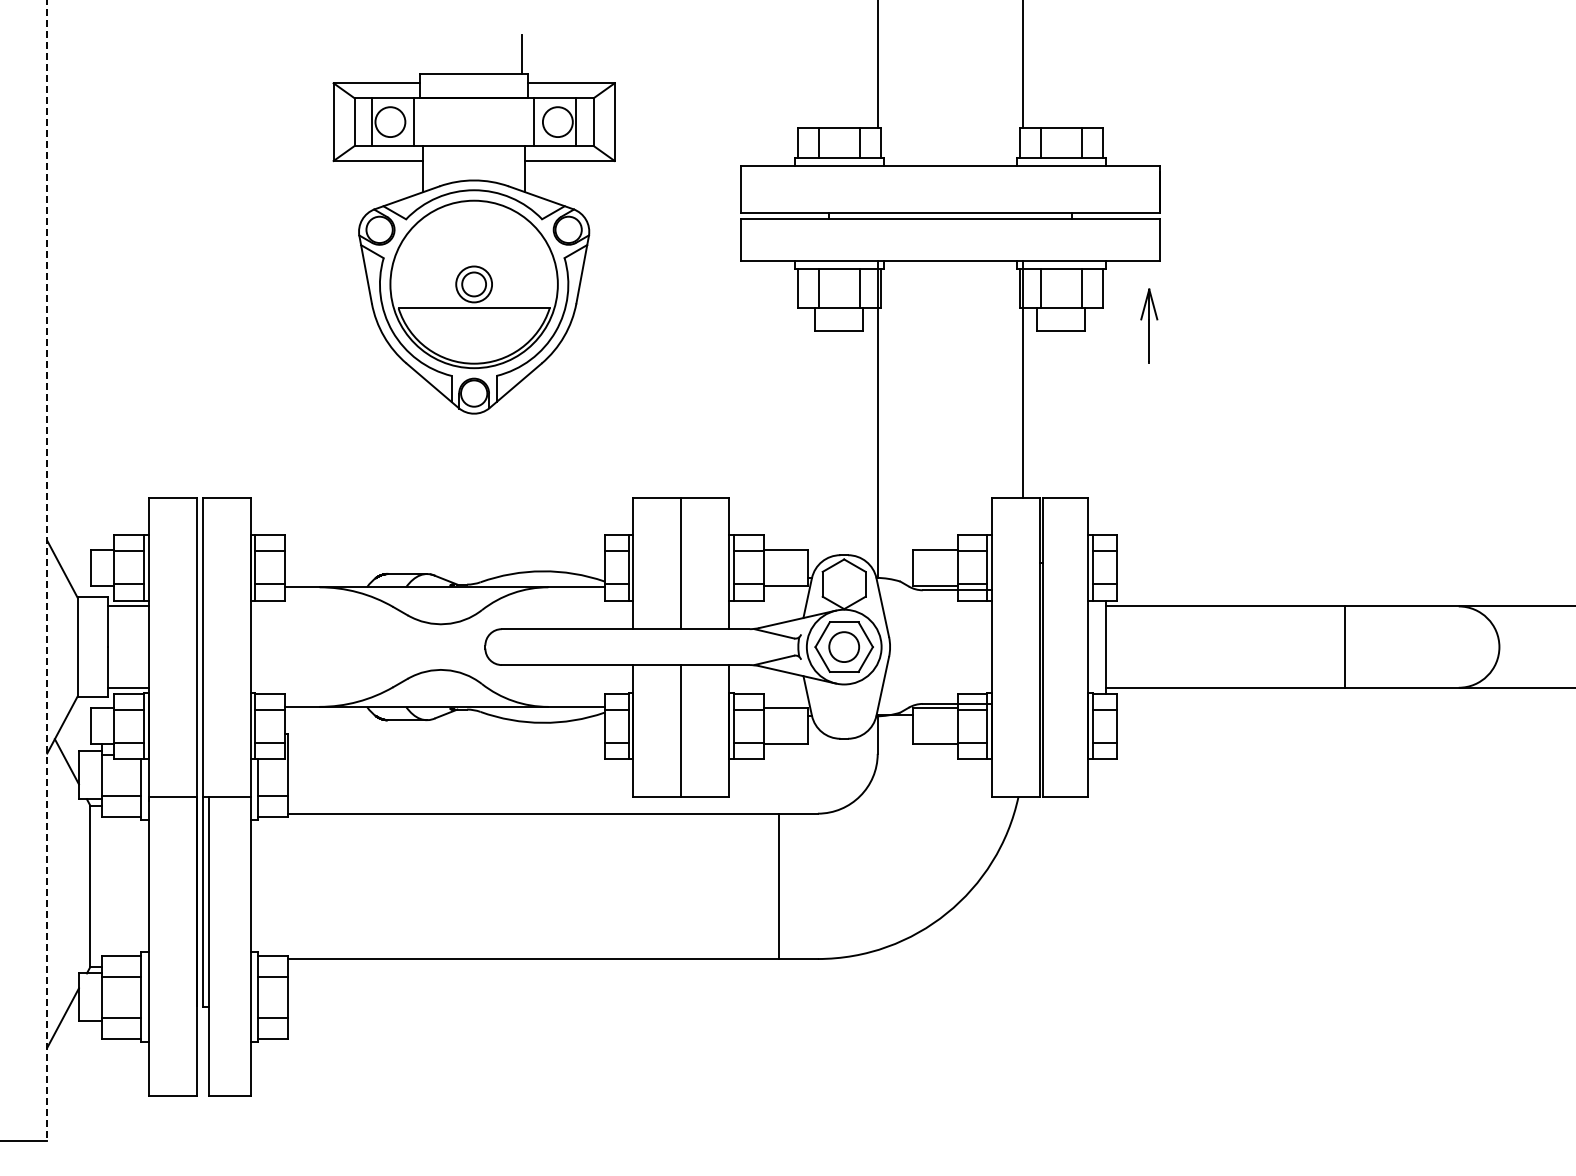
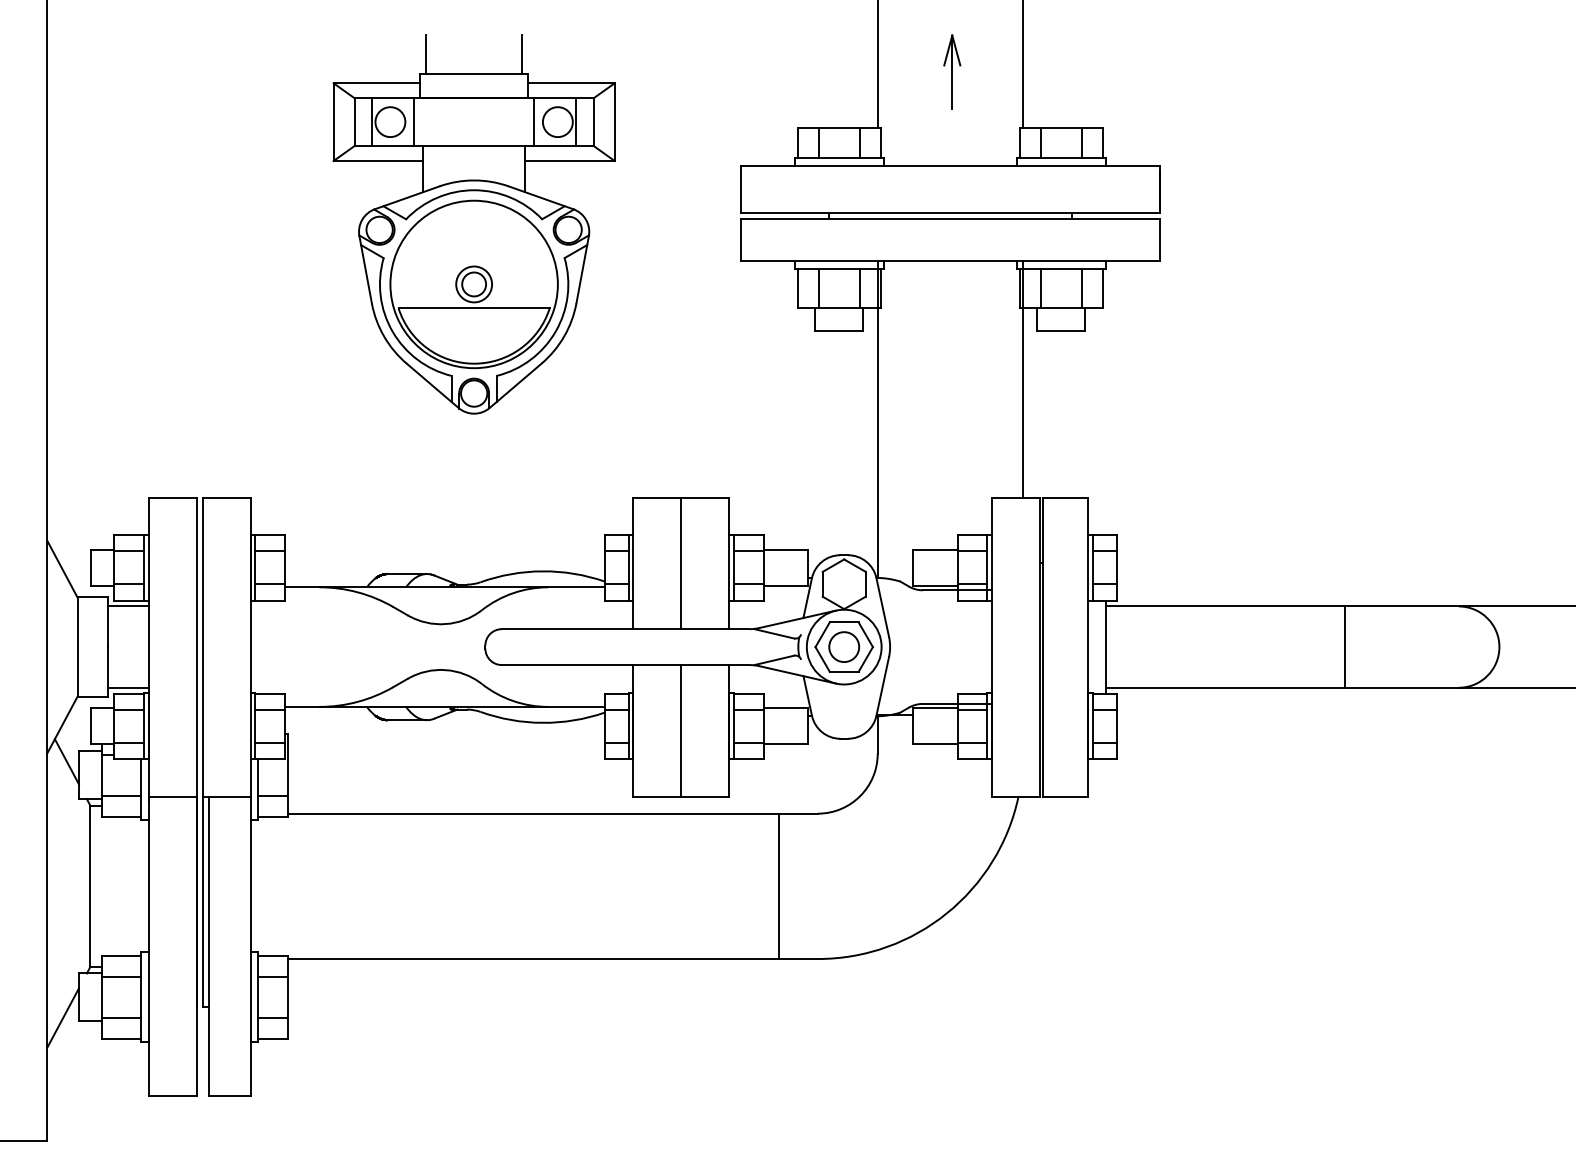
line at (426, 54): none -> present
part at (1149, 325) position: (1149, 325) -> (952, 71)
line at (47, 570): dashed -> solid
